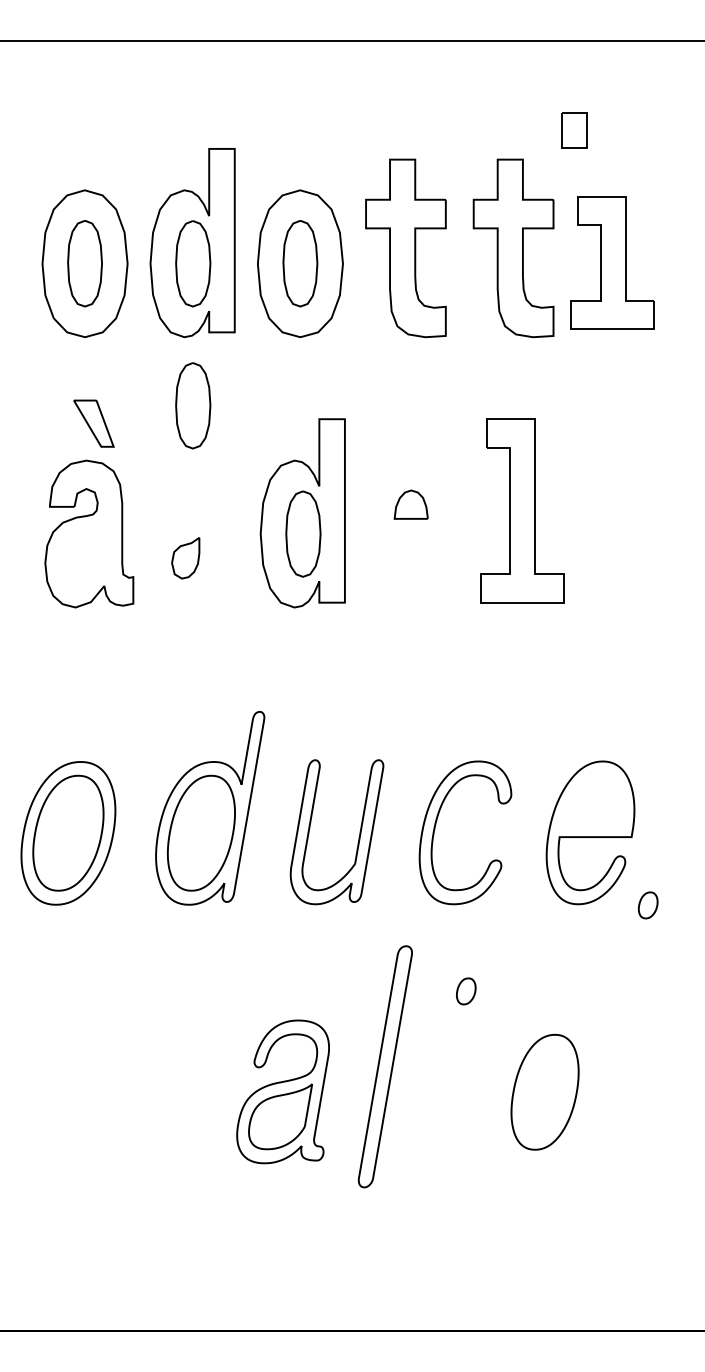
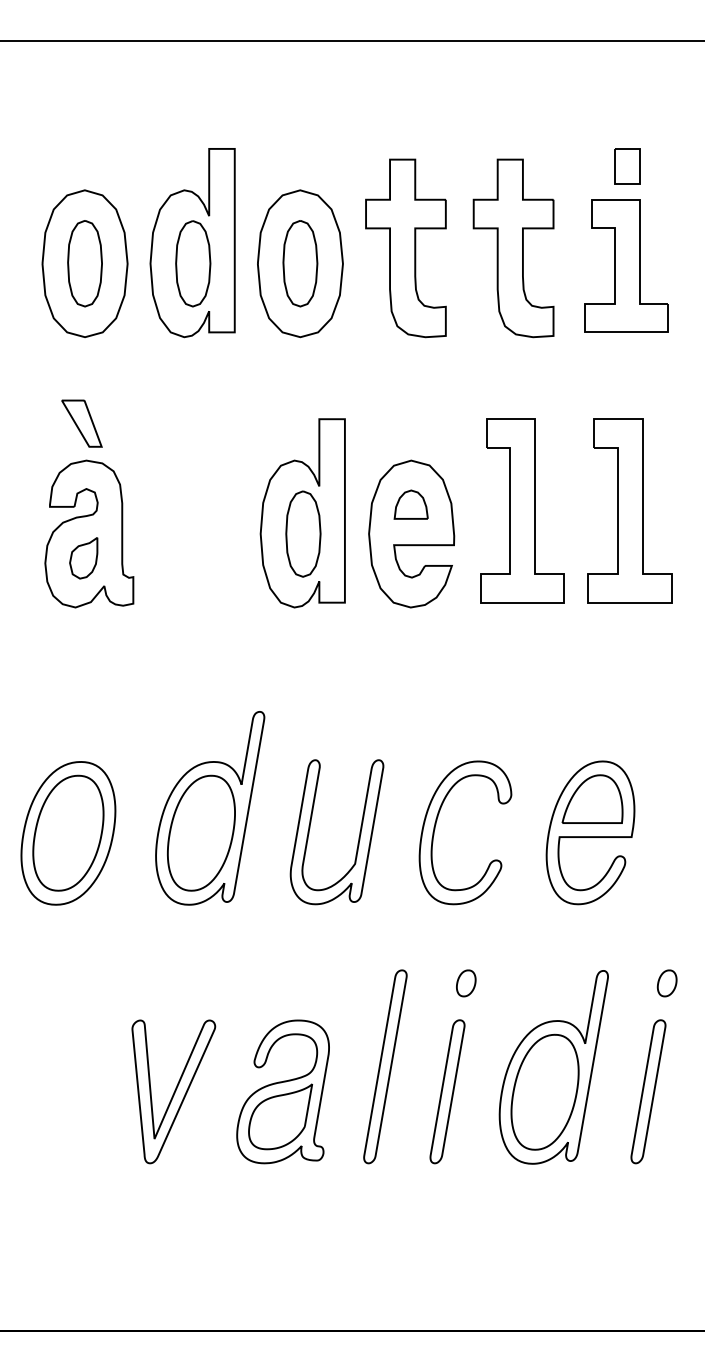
part at (574, 130) position: (574, 130) -> (627, 166)
part at (612, 262) position: (612, 262) -> (626, 265)
part at (193, 405): present -> none
part at (93, 423) position: (93, 423) -> (81, 423)
part at (629, 510): none -> present
part at (411, 533): none -> present
part at (185, 558) position: (185, 558) -> (83, 558)
part at (592, 798): none -> present
part at (647, 905) position: (647, 905) -> (666, 983)
part at (466, 991) position: (466, 991) -> (466, 983)
part at (384, 1066) size: 56x244 px -> 45x196 px
part at (553, 1067): none -> present
part at (173, 1091): none -> present
part at (447, 1091): none -> present
part at (648, 1091): none -> present
